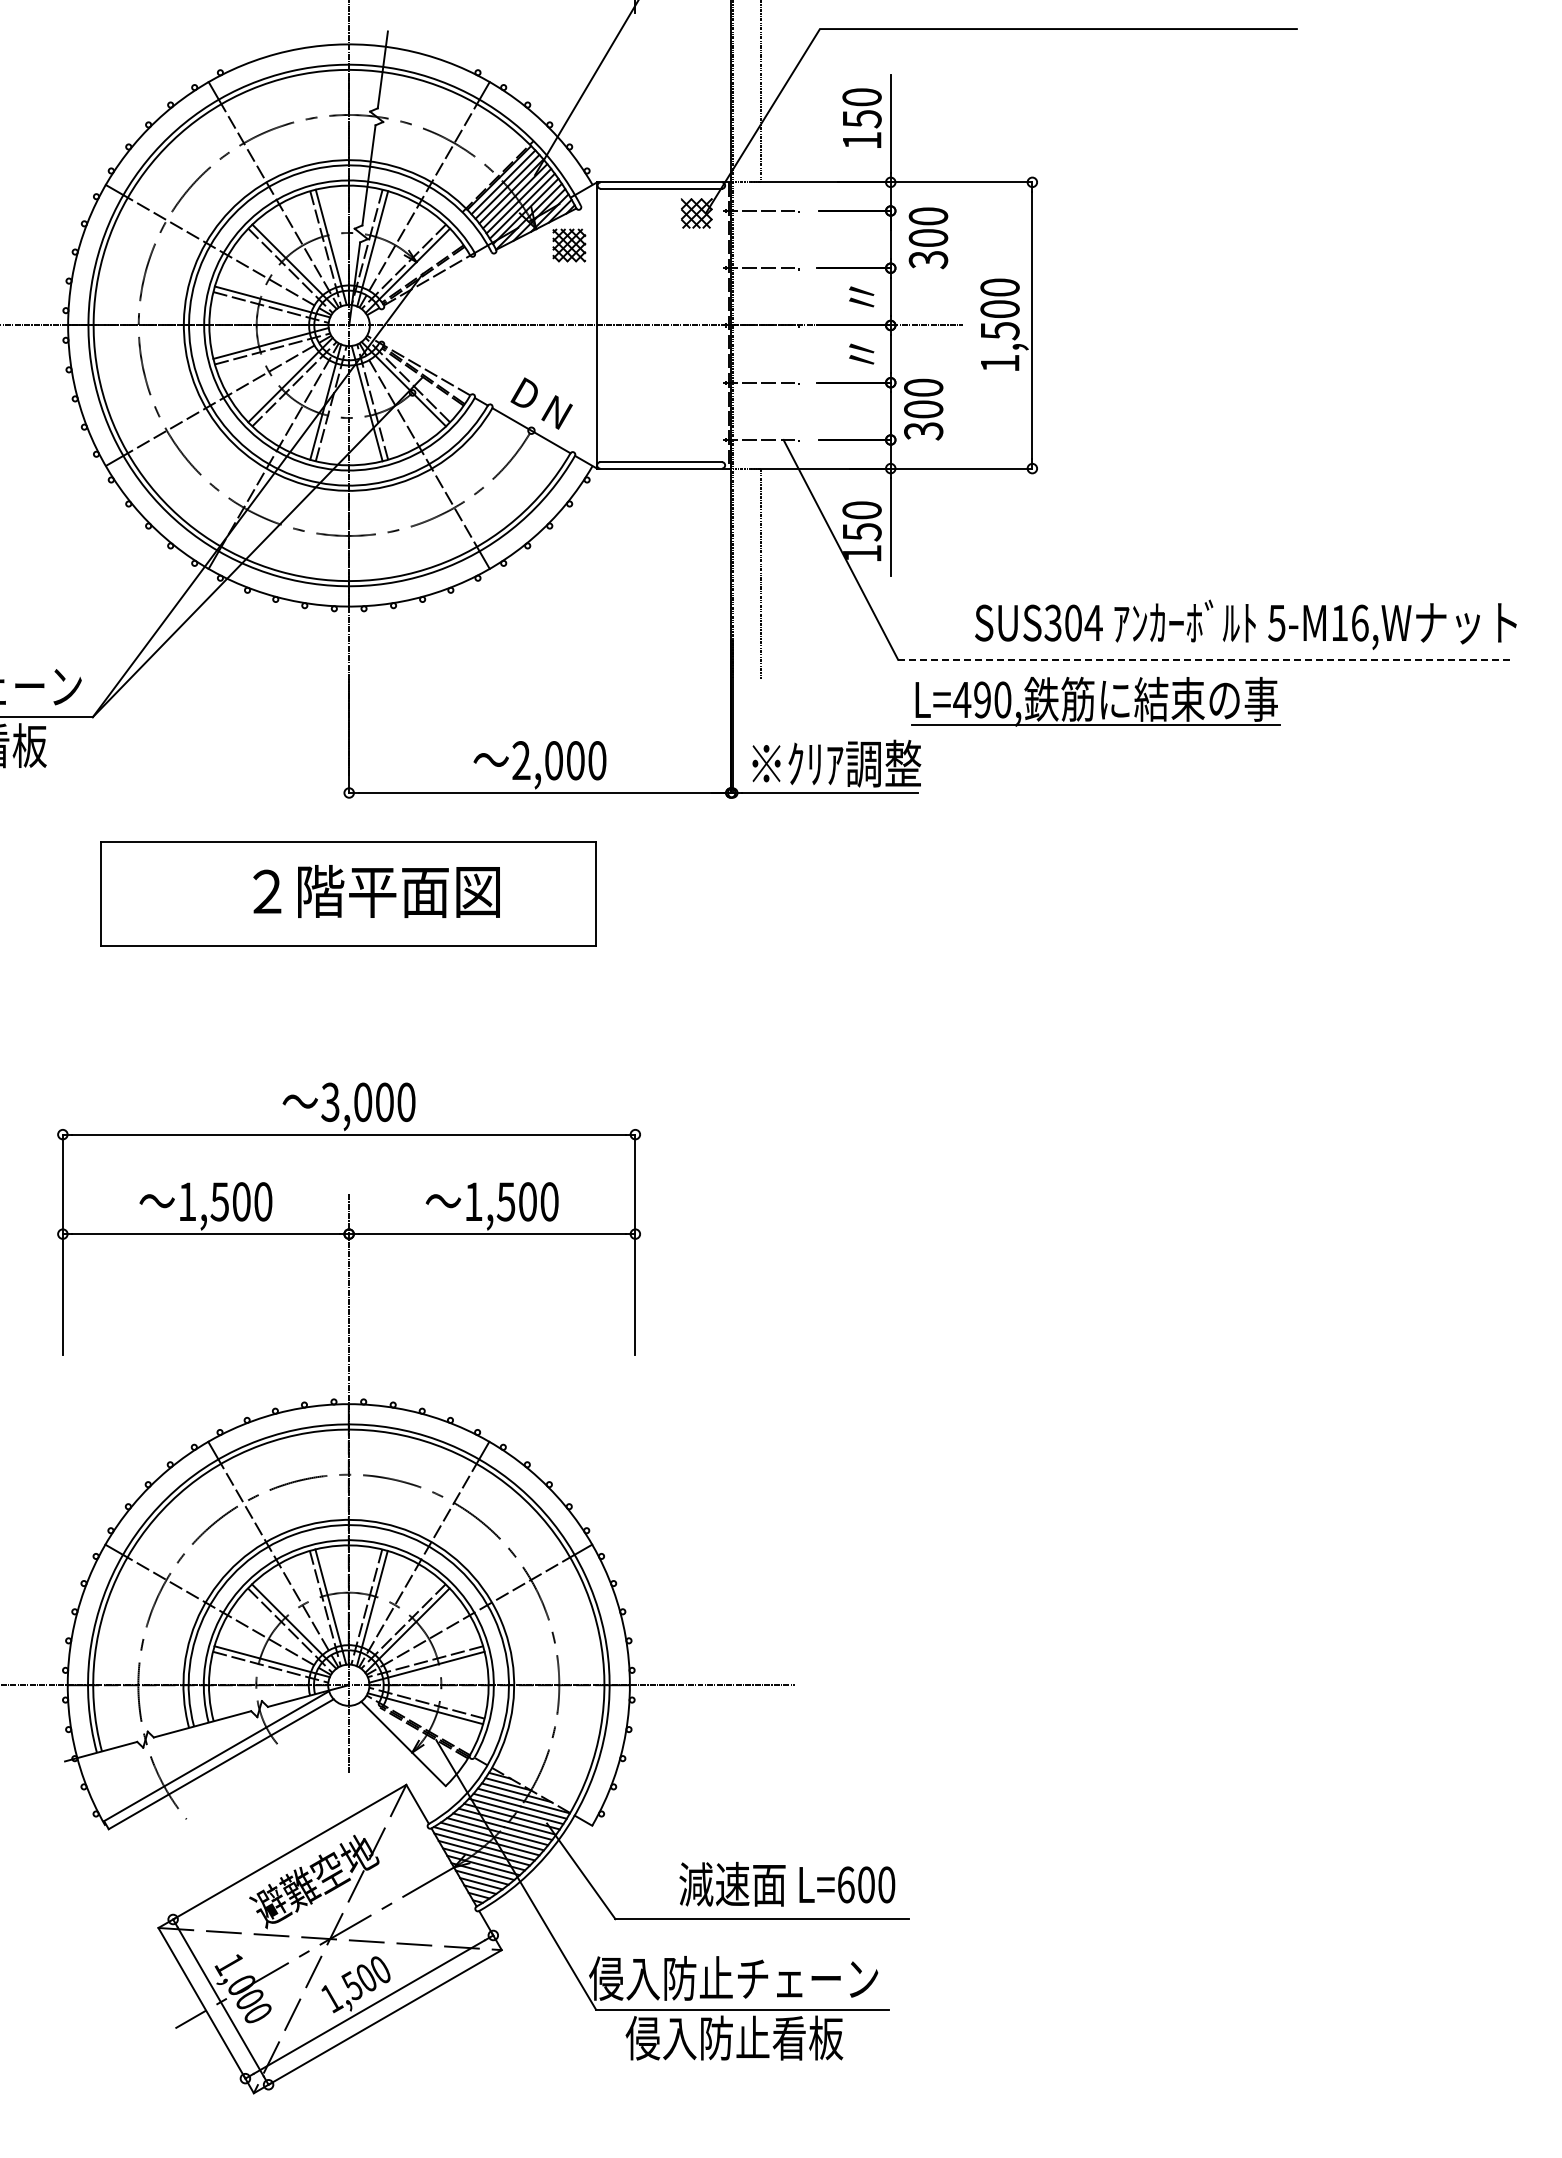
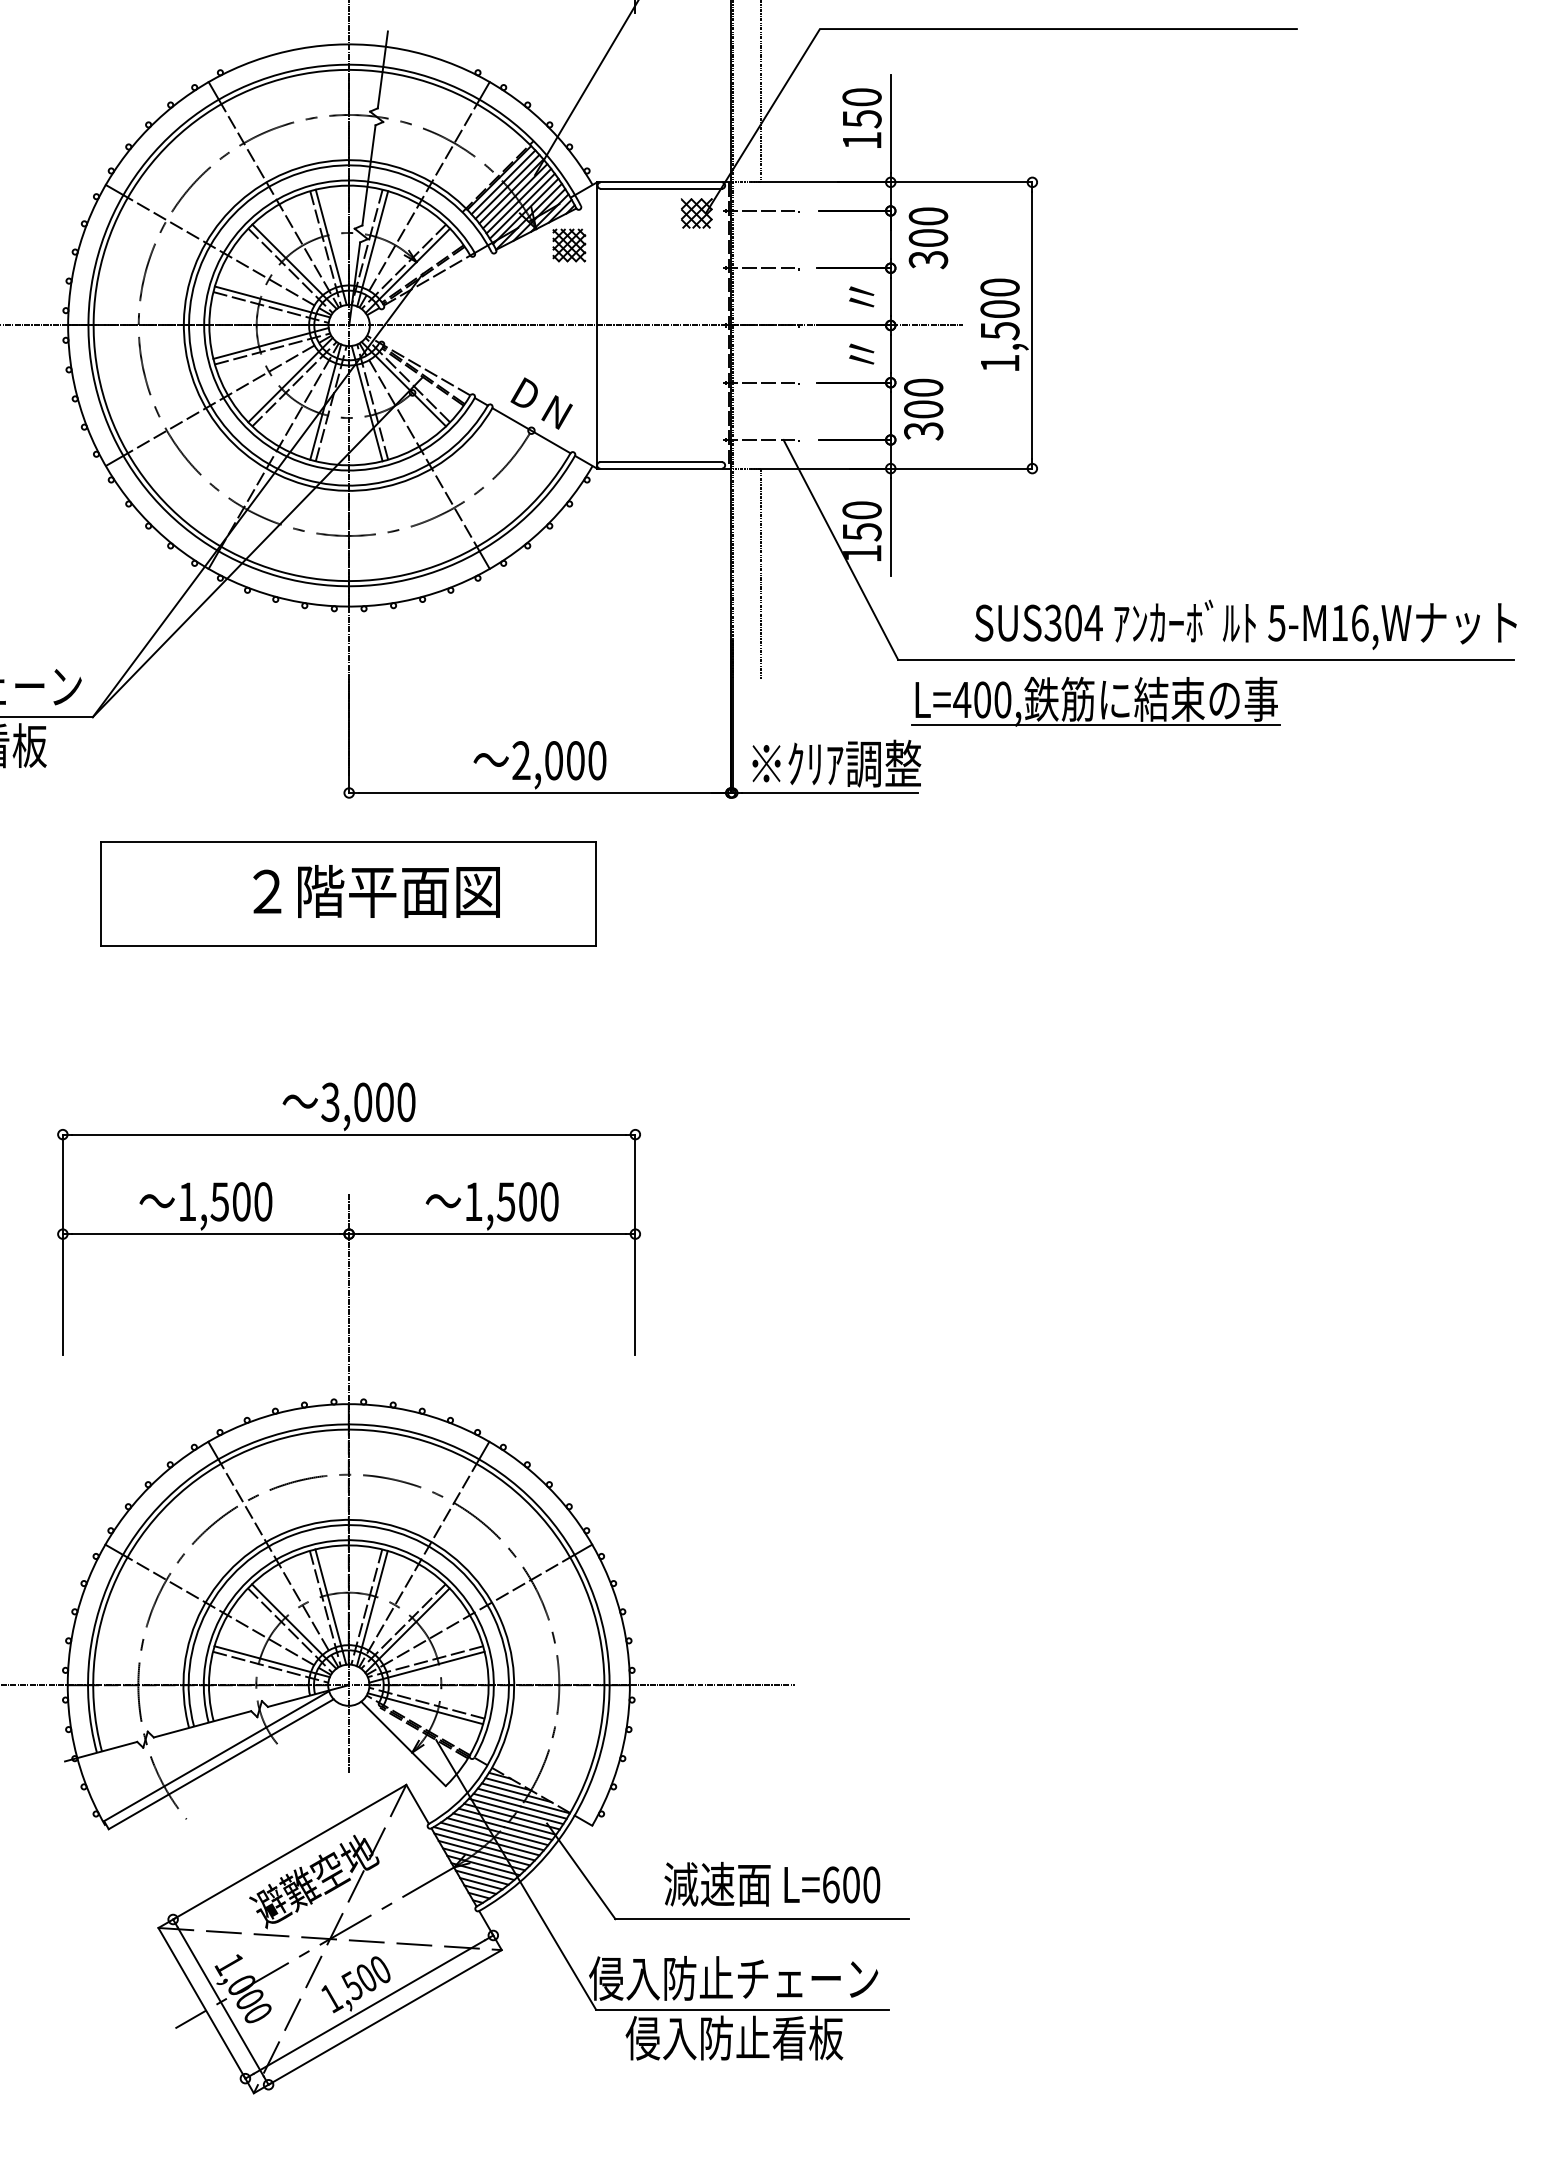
line at (1205, 659): dashed -> solid
text at (982, 699): L=490, -> L=400,
text at (787, 1883) position: (787, 1883) -> (772, 1883)
